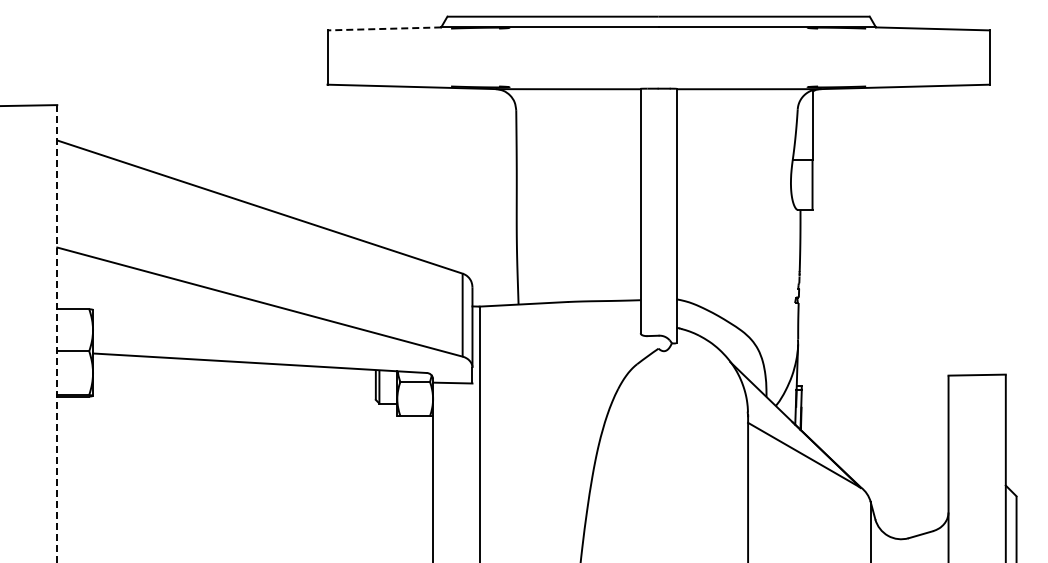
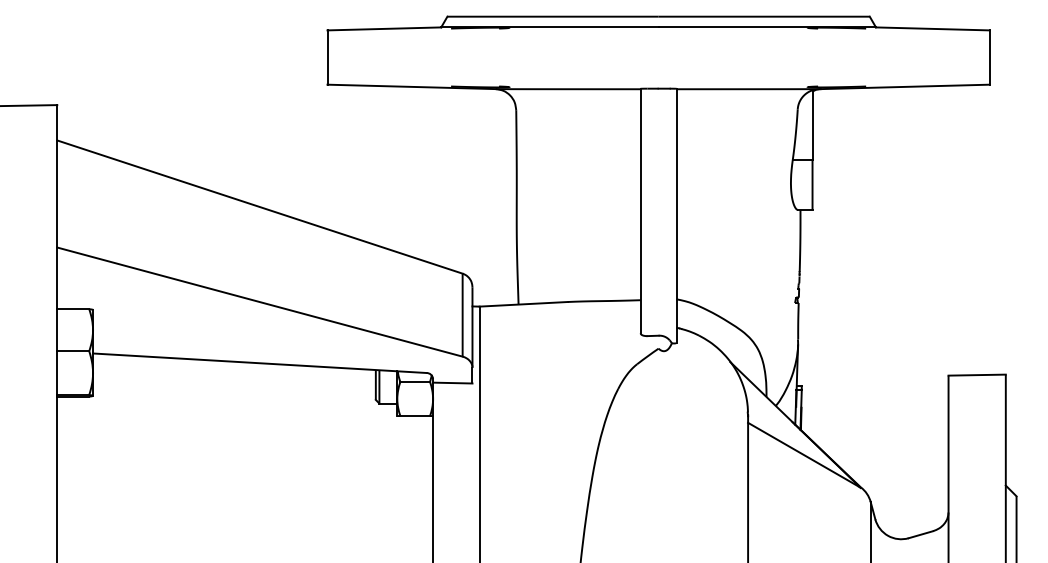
line at (384, 28): dashed -> solid
line at (57, 334): dashed -> solid
